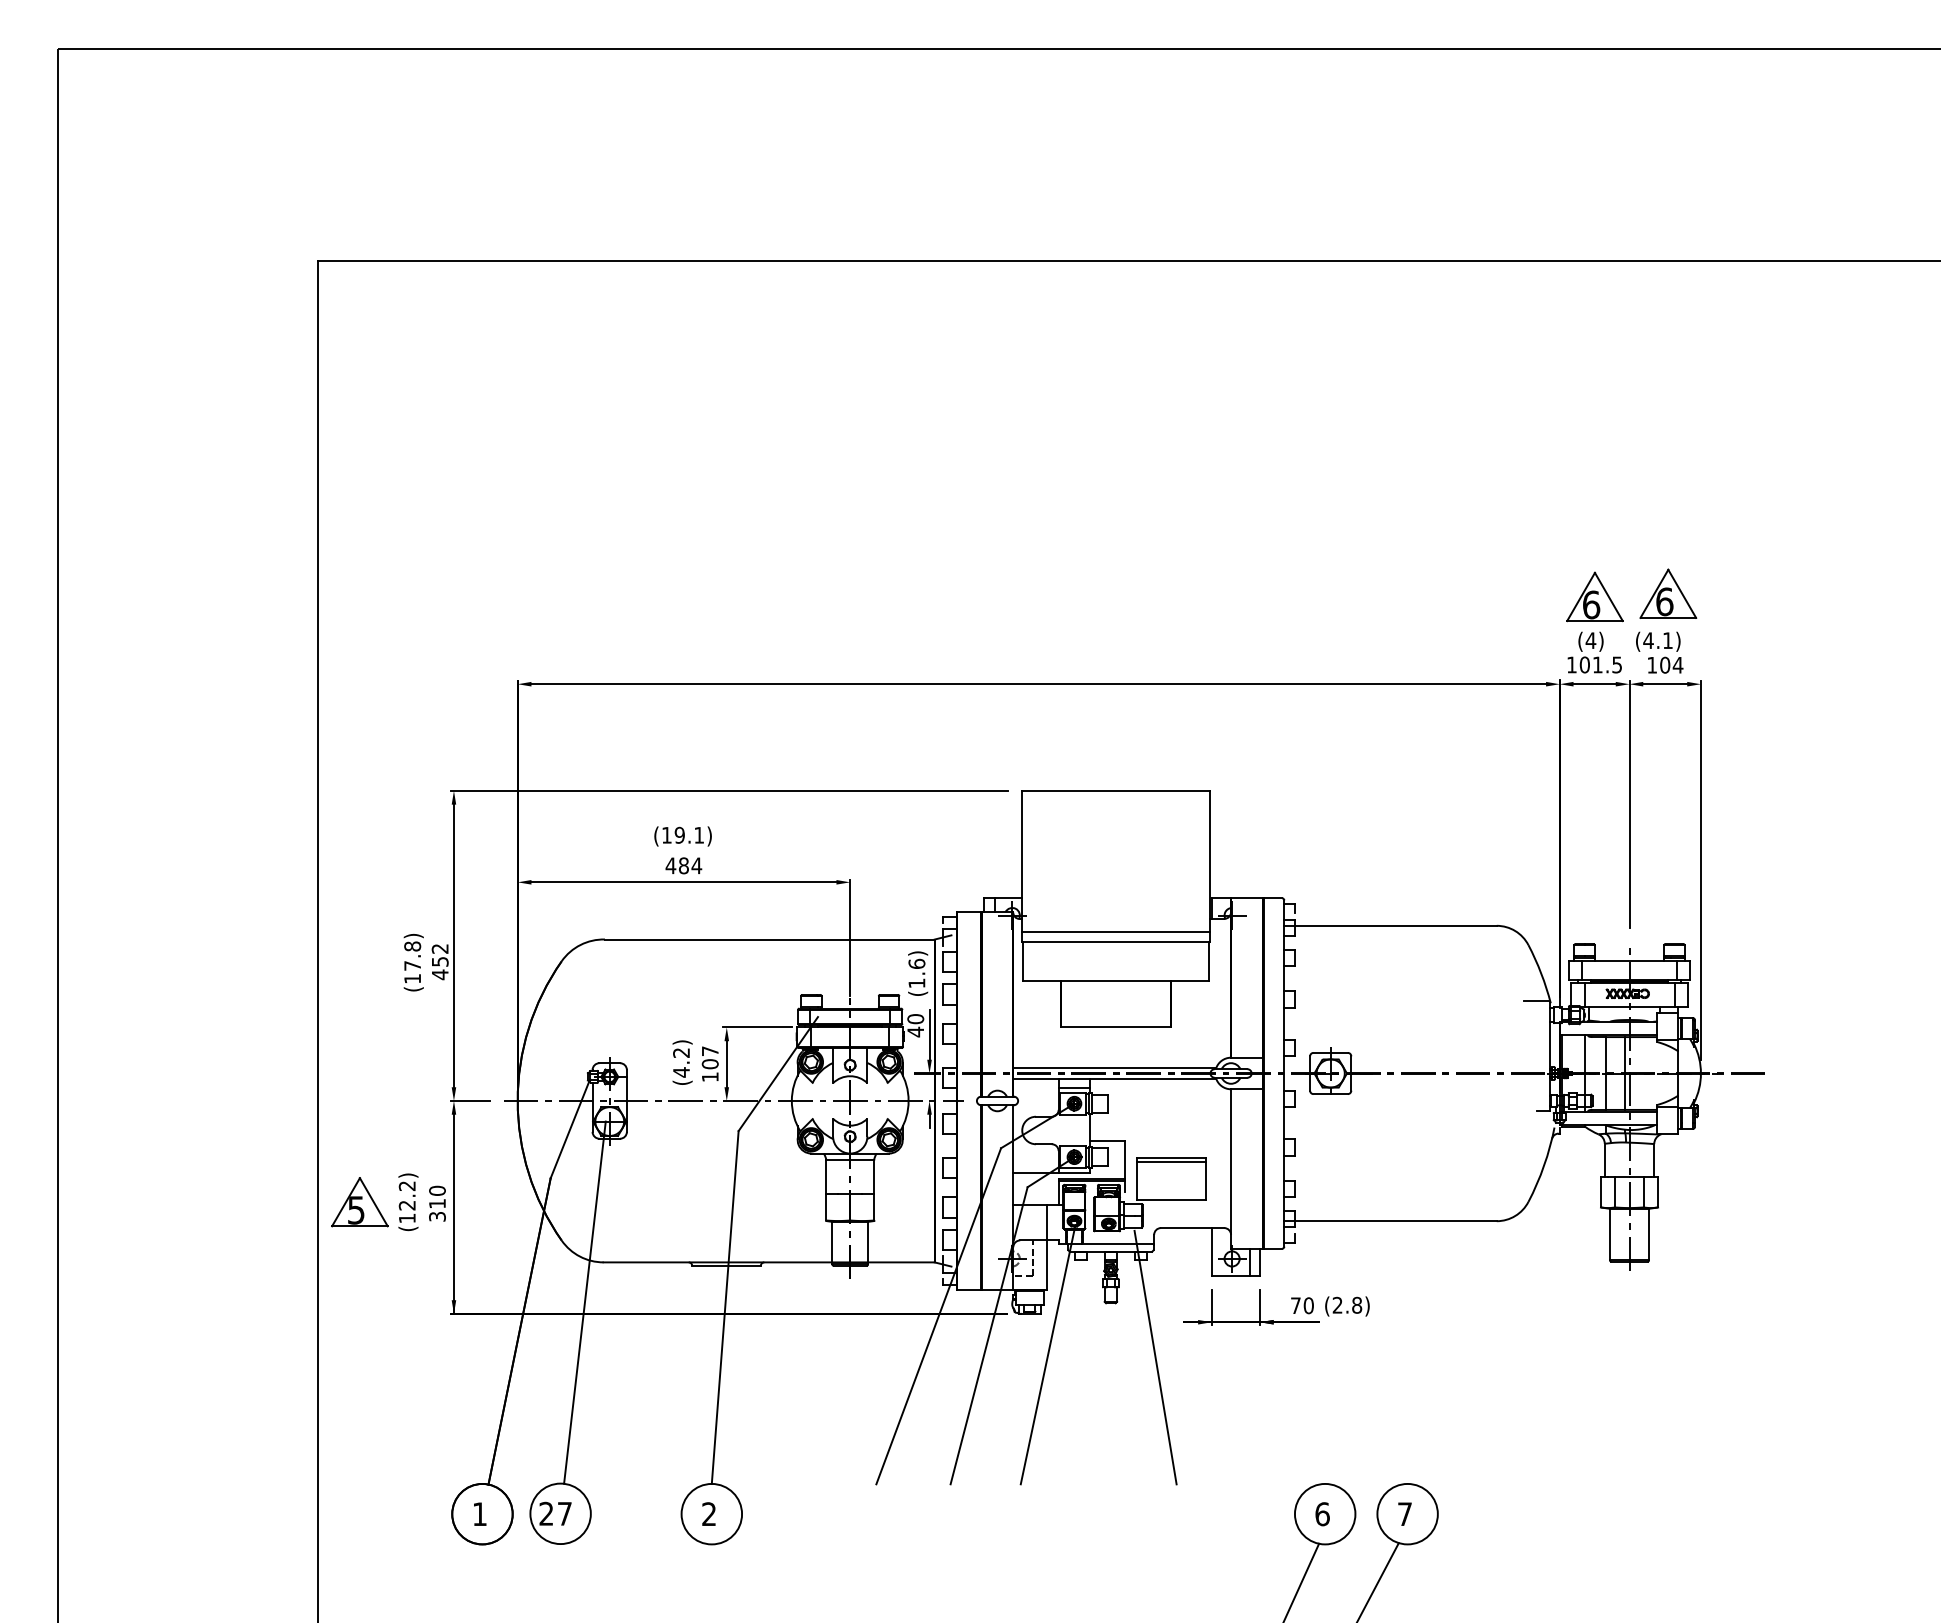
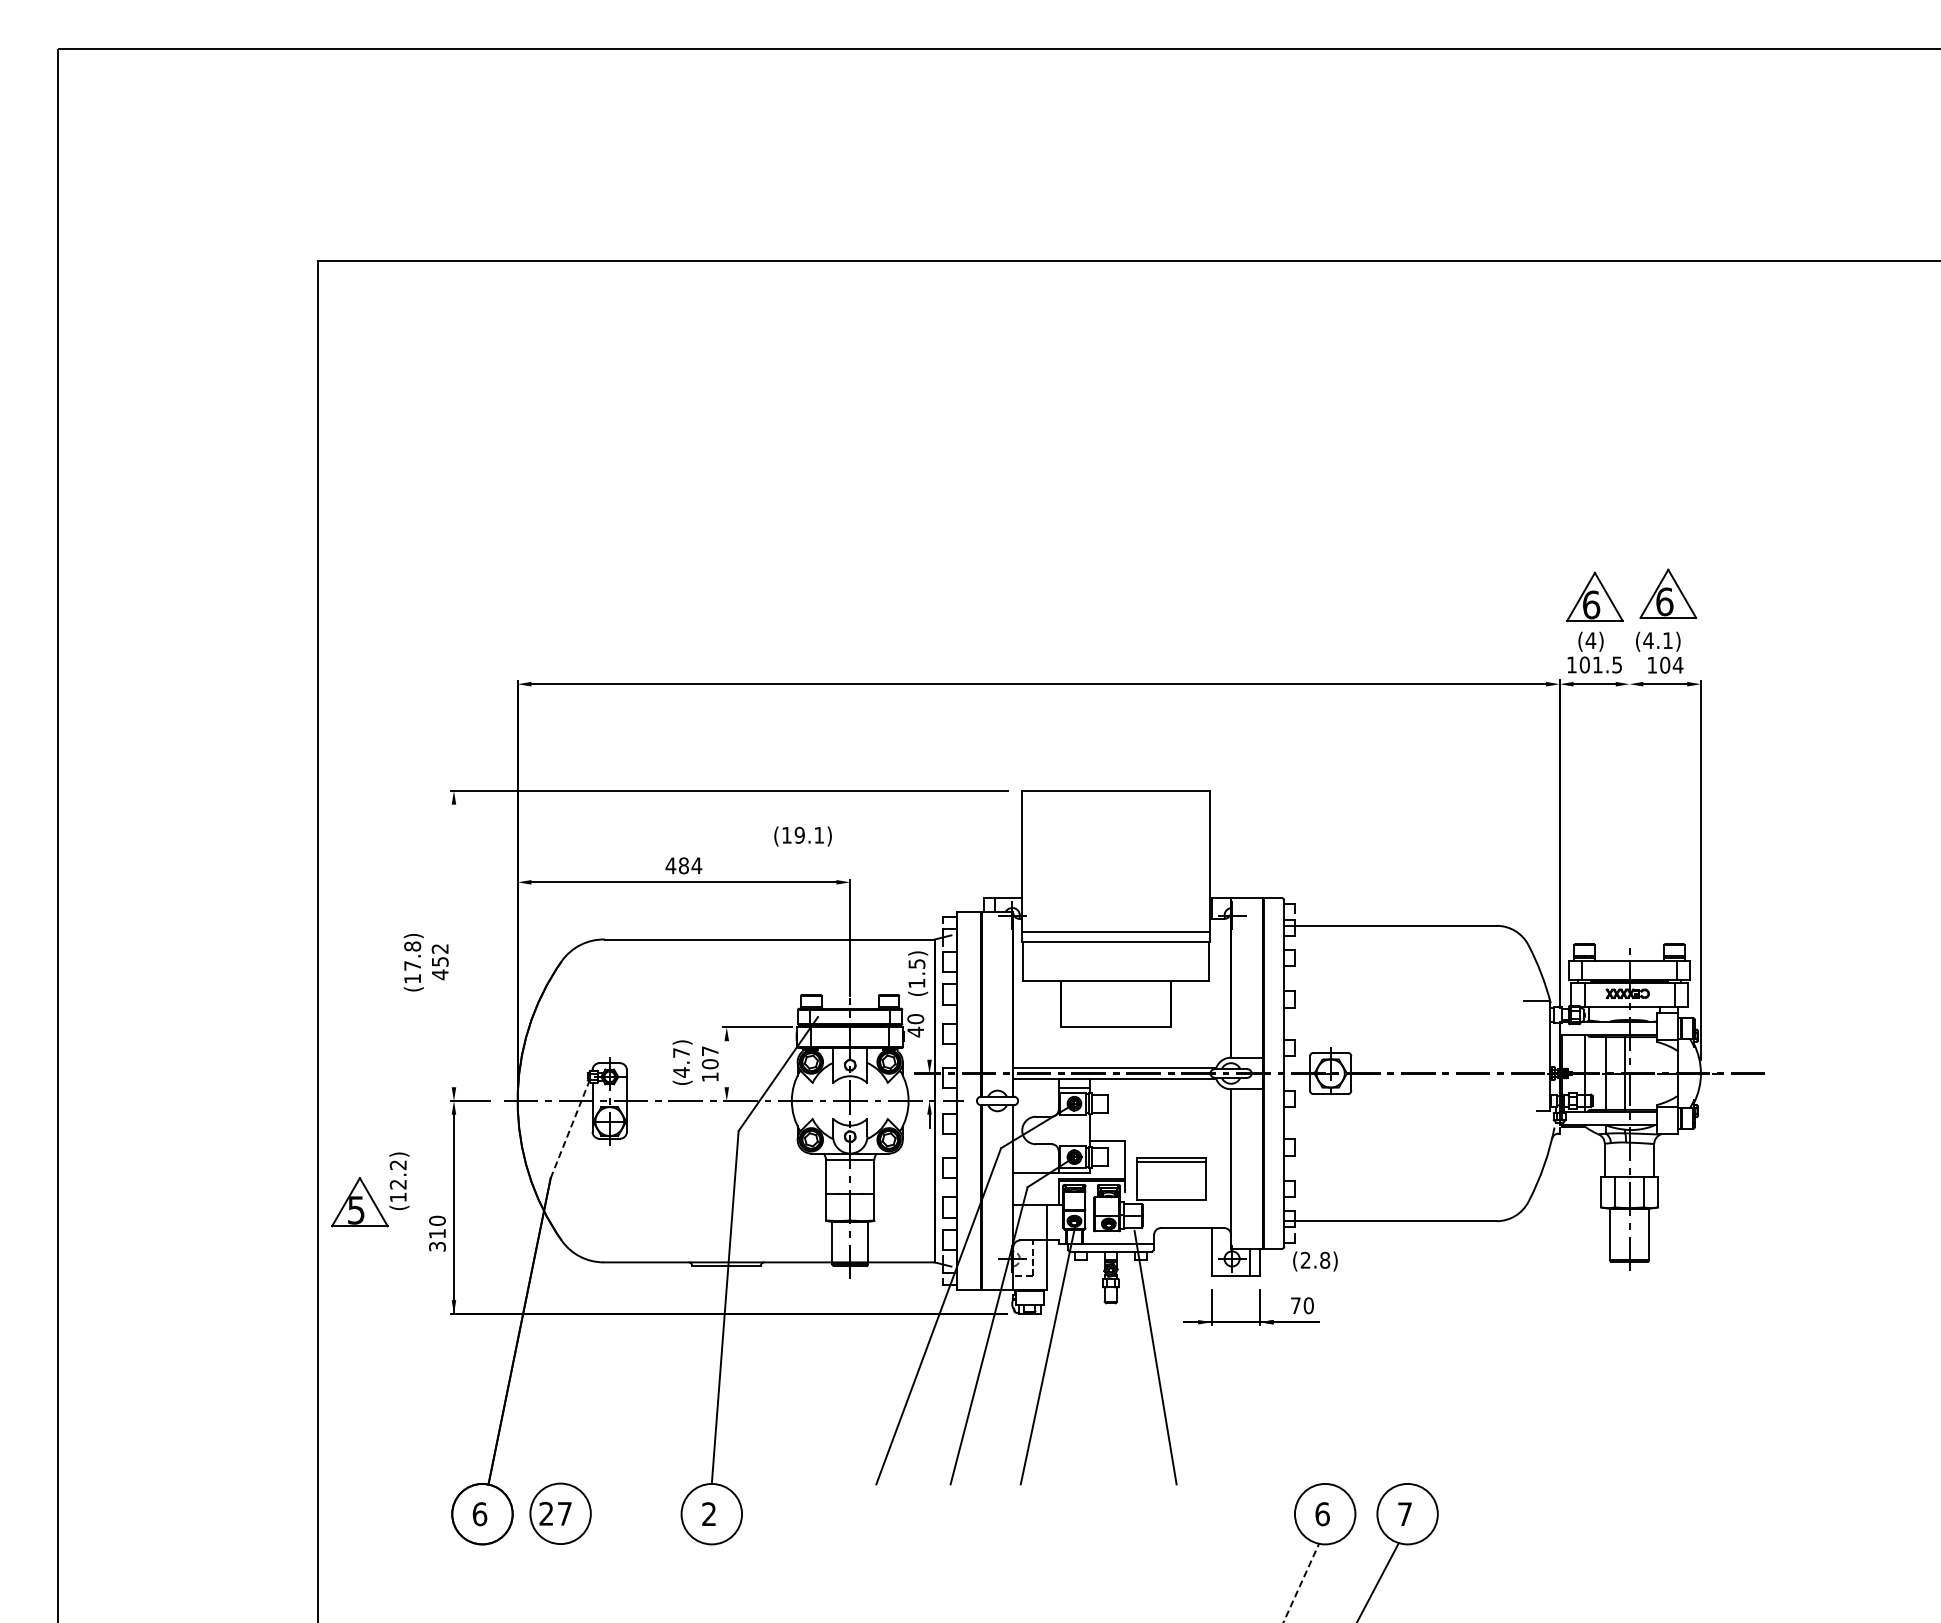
line at (1629, 804): present -> none
text at (682, 836) position: (682, 836) -> (802, 836)
line at (453, 945): present -> none
text at (916, 963): (1.6) -> (1.5)
line at (929, 1034): present -> none
text at (681, 1052): (4.2) -> (4.7)
line at (726, 1064): present -> none
line at (570, 1129): solid -> dashed
text at (408, 1202) position: (408, 1202) -> (399, 1181)
text at (437, 1203) position: (437, 1203) -> (437, 1233)
line at (584, 1302): present -> none
text at (1347, 1306) position: (1347, 1306) -> (1315, 1261)
text at (479, 1514): 1 -> 6
line at (1301, 1582): solid -> dashed
